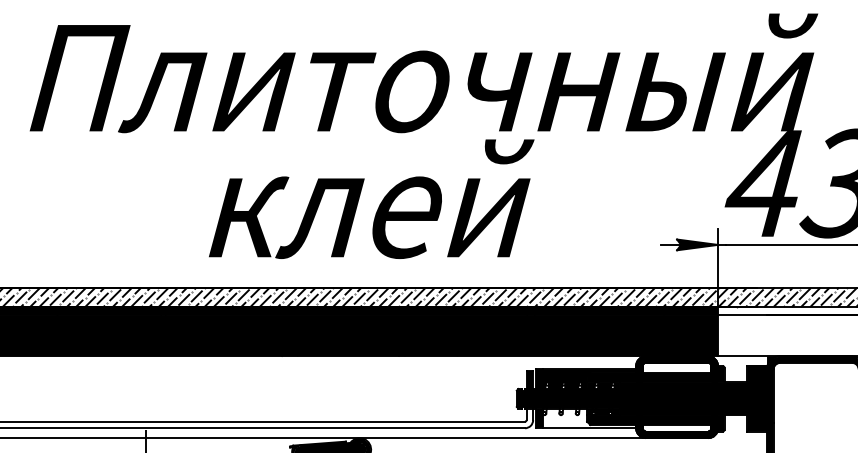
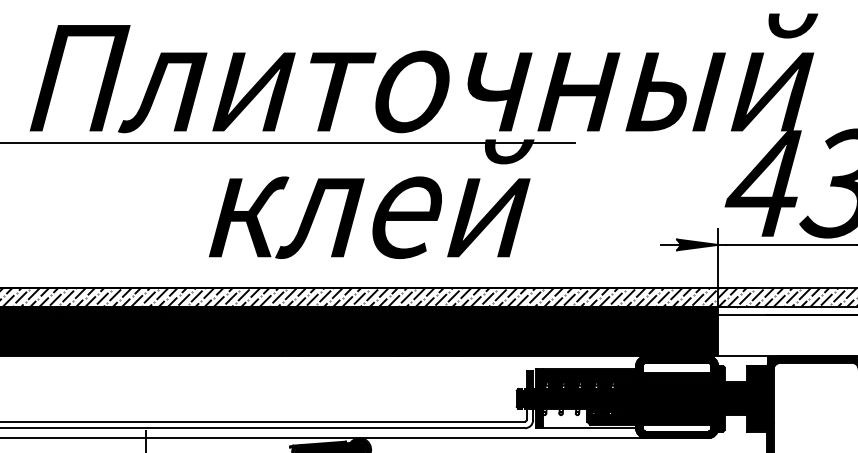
line at (288, 143): none -> present
